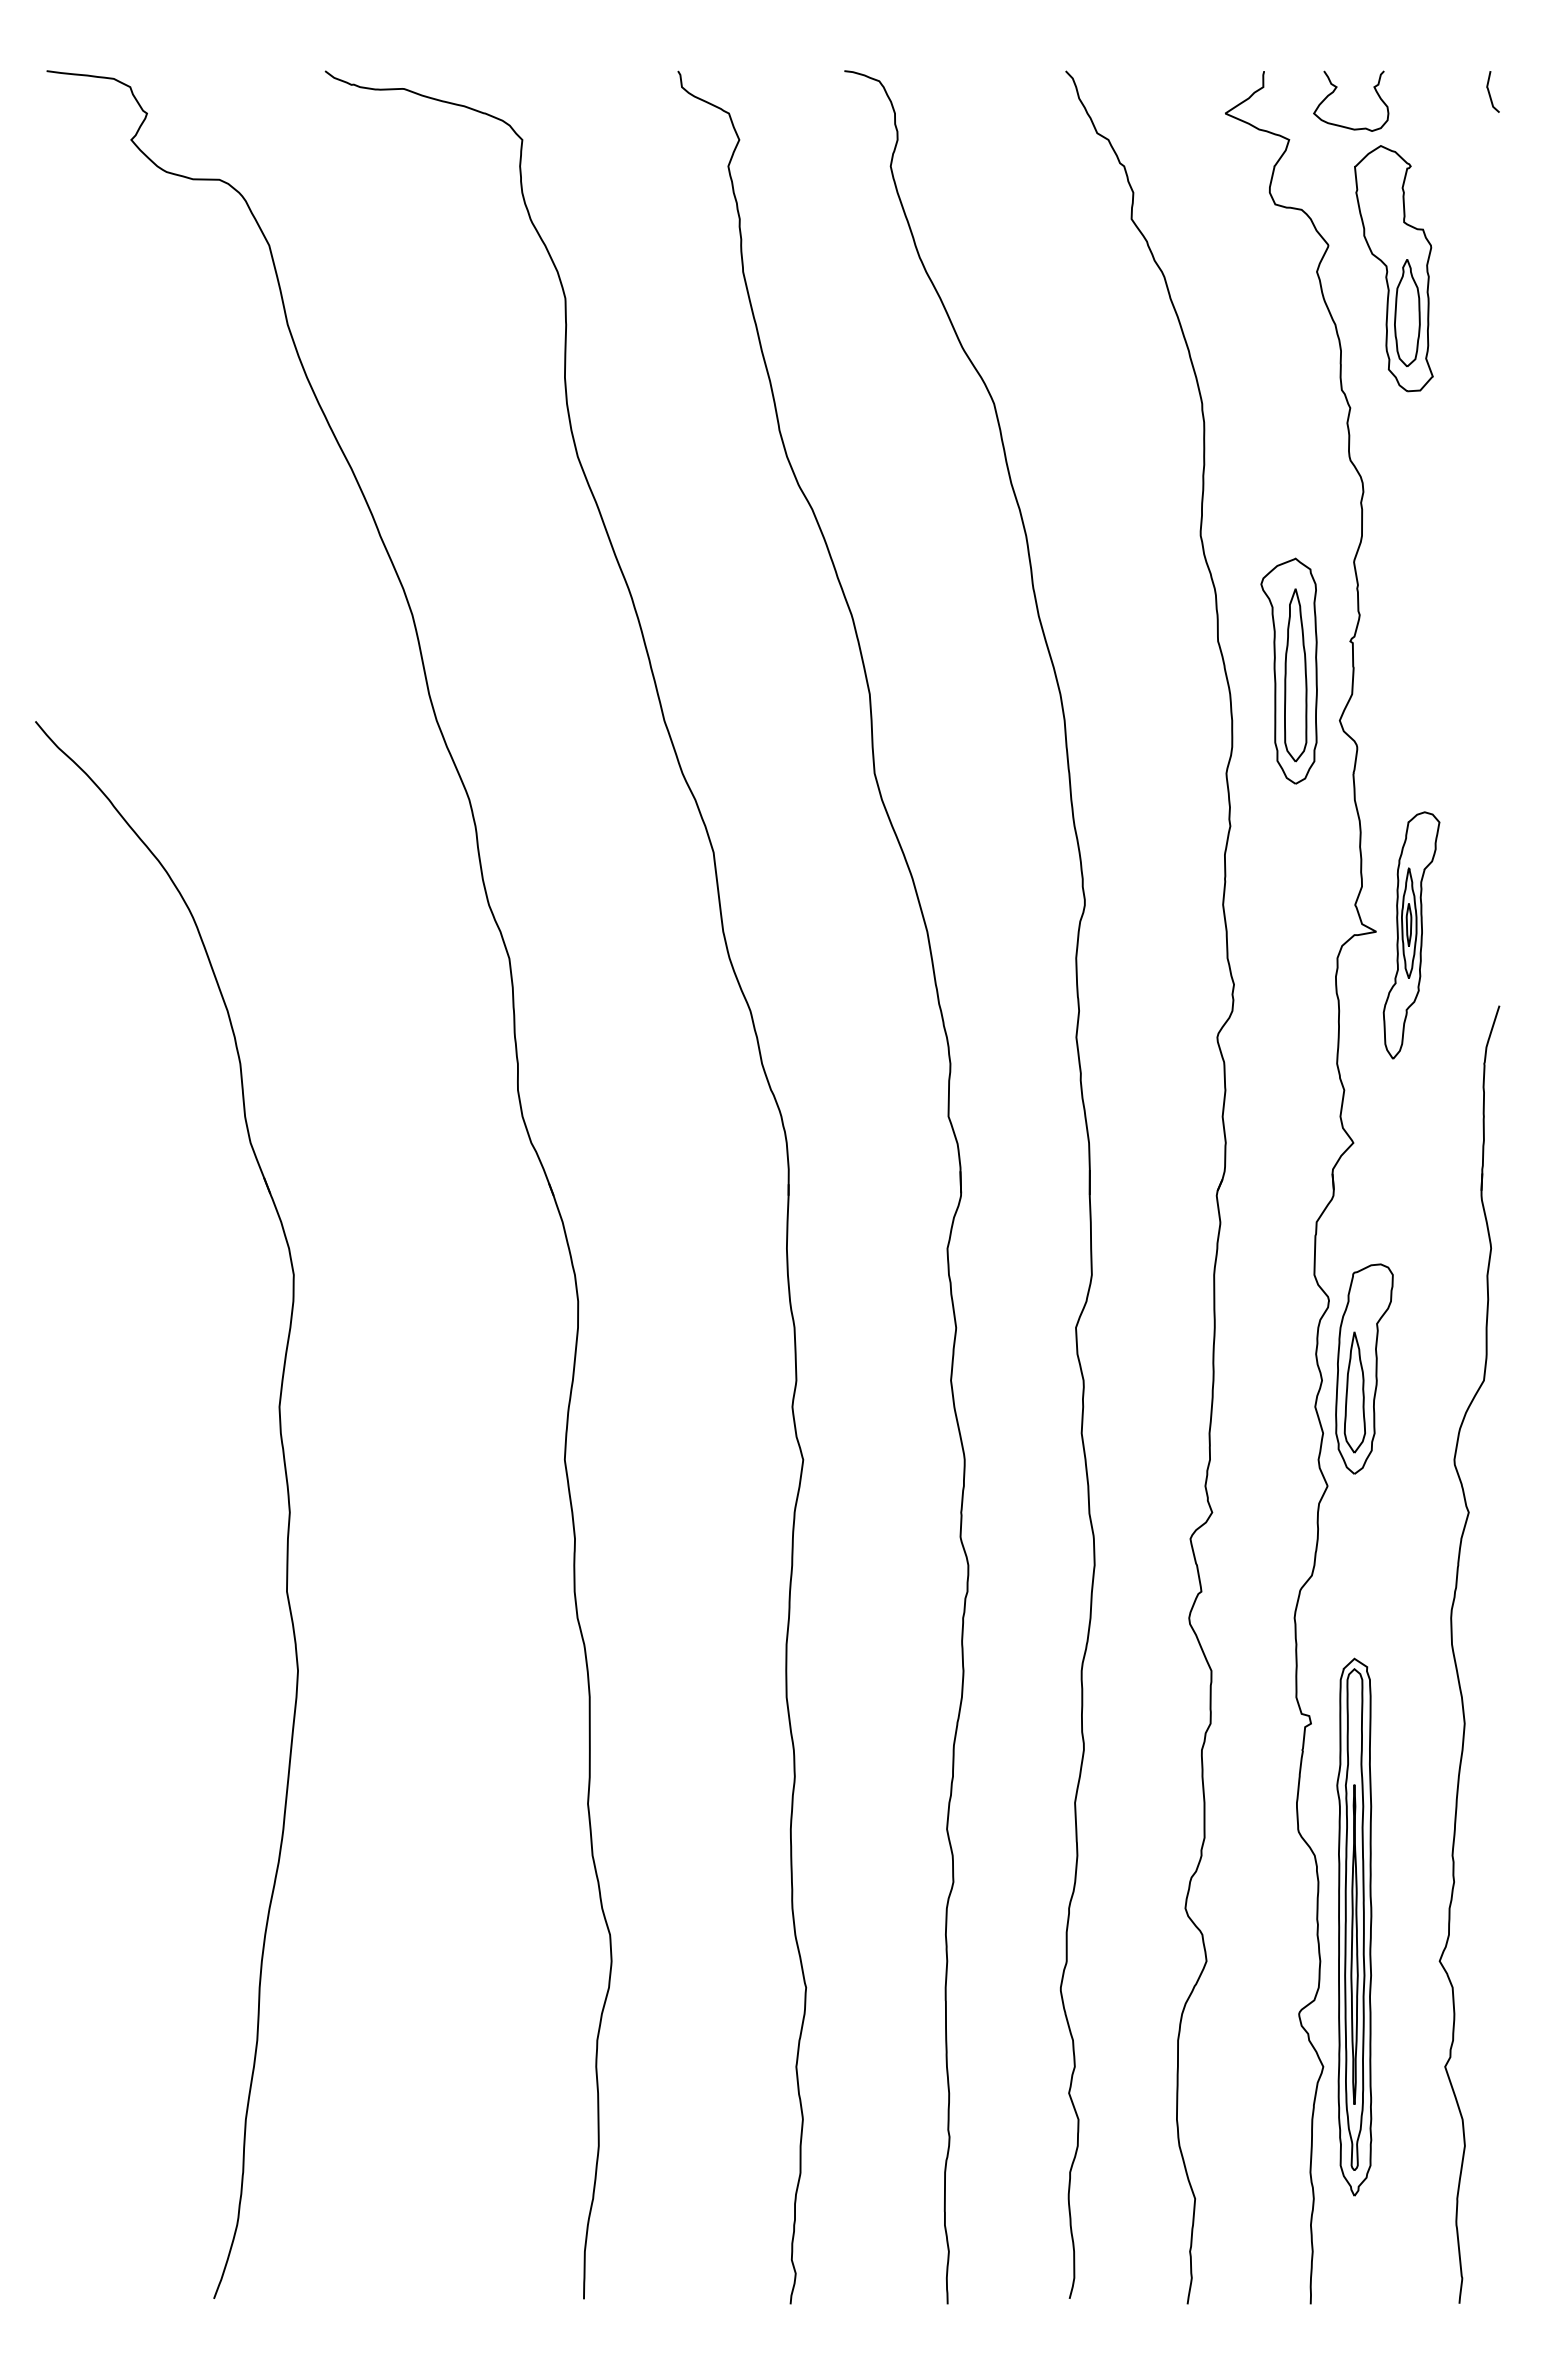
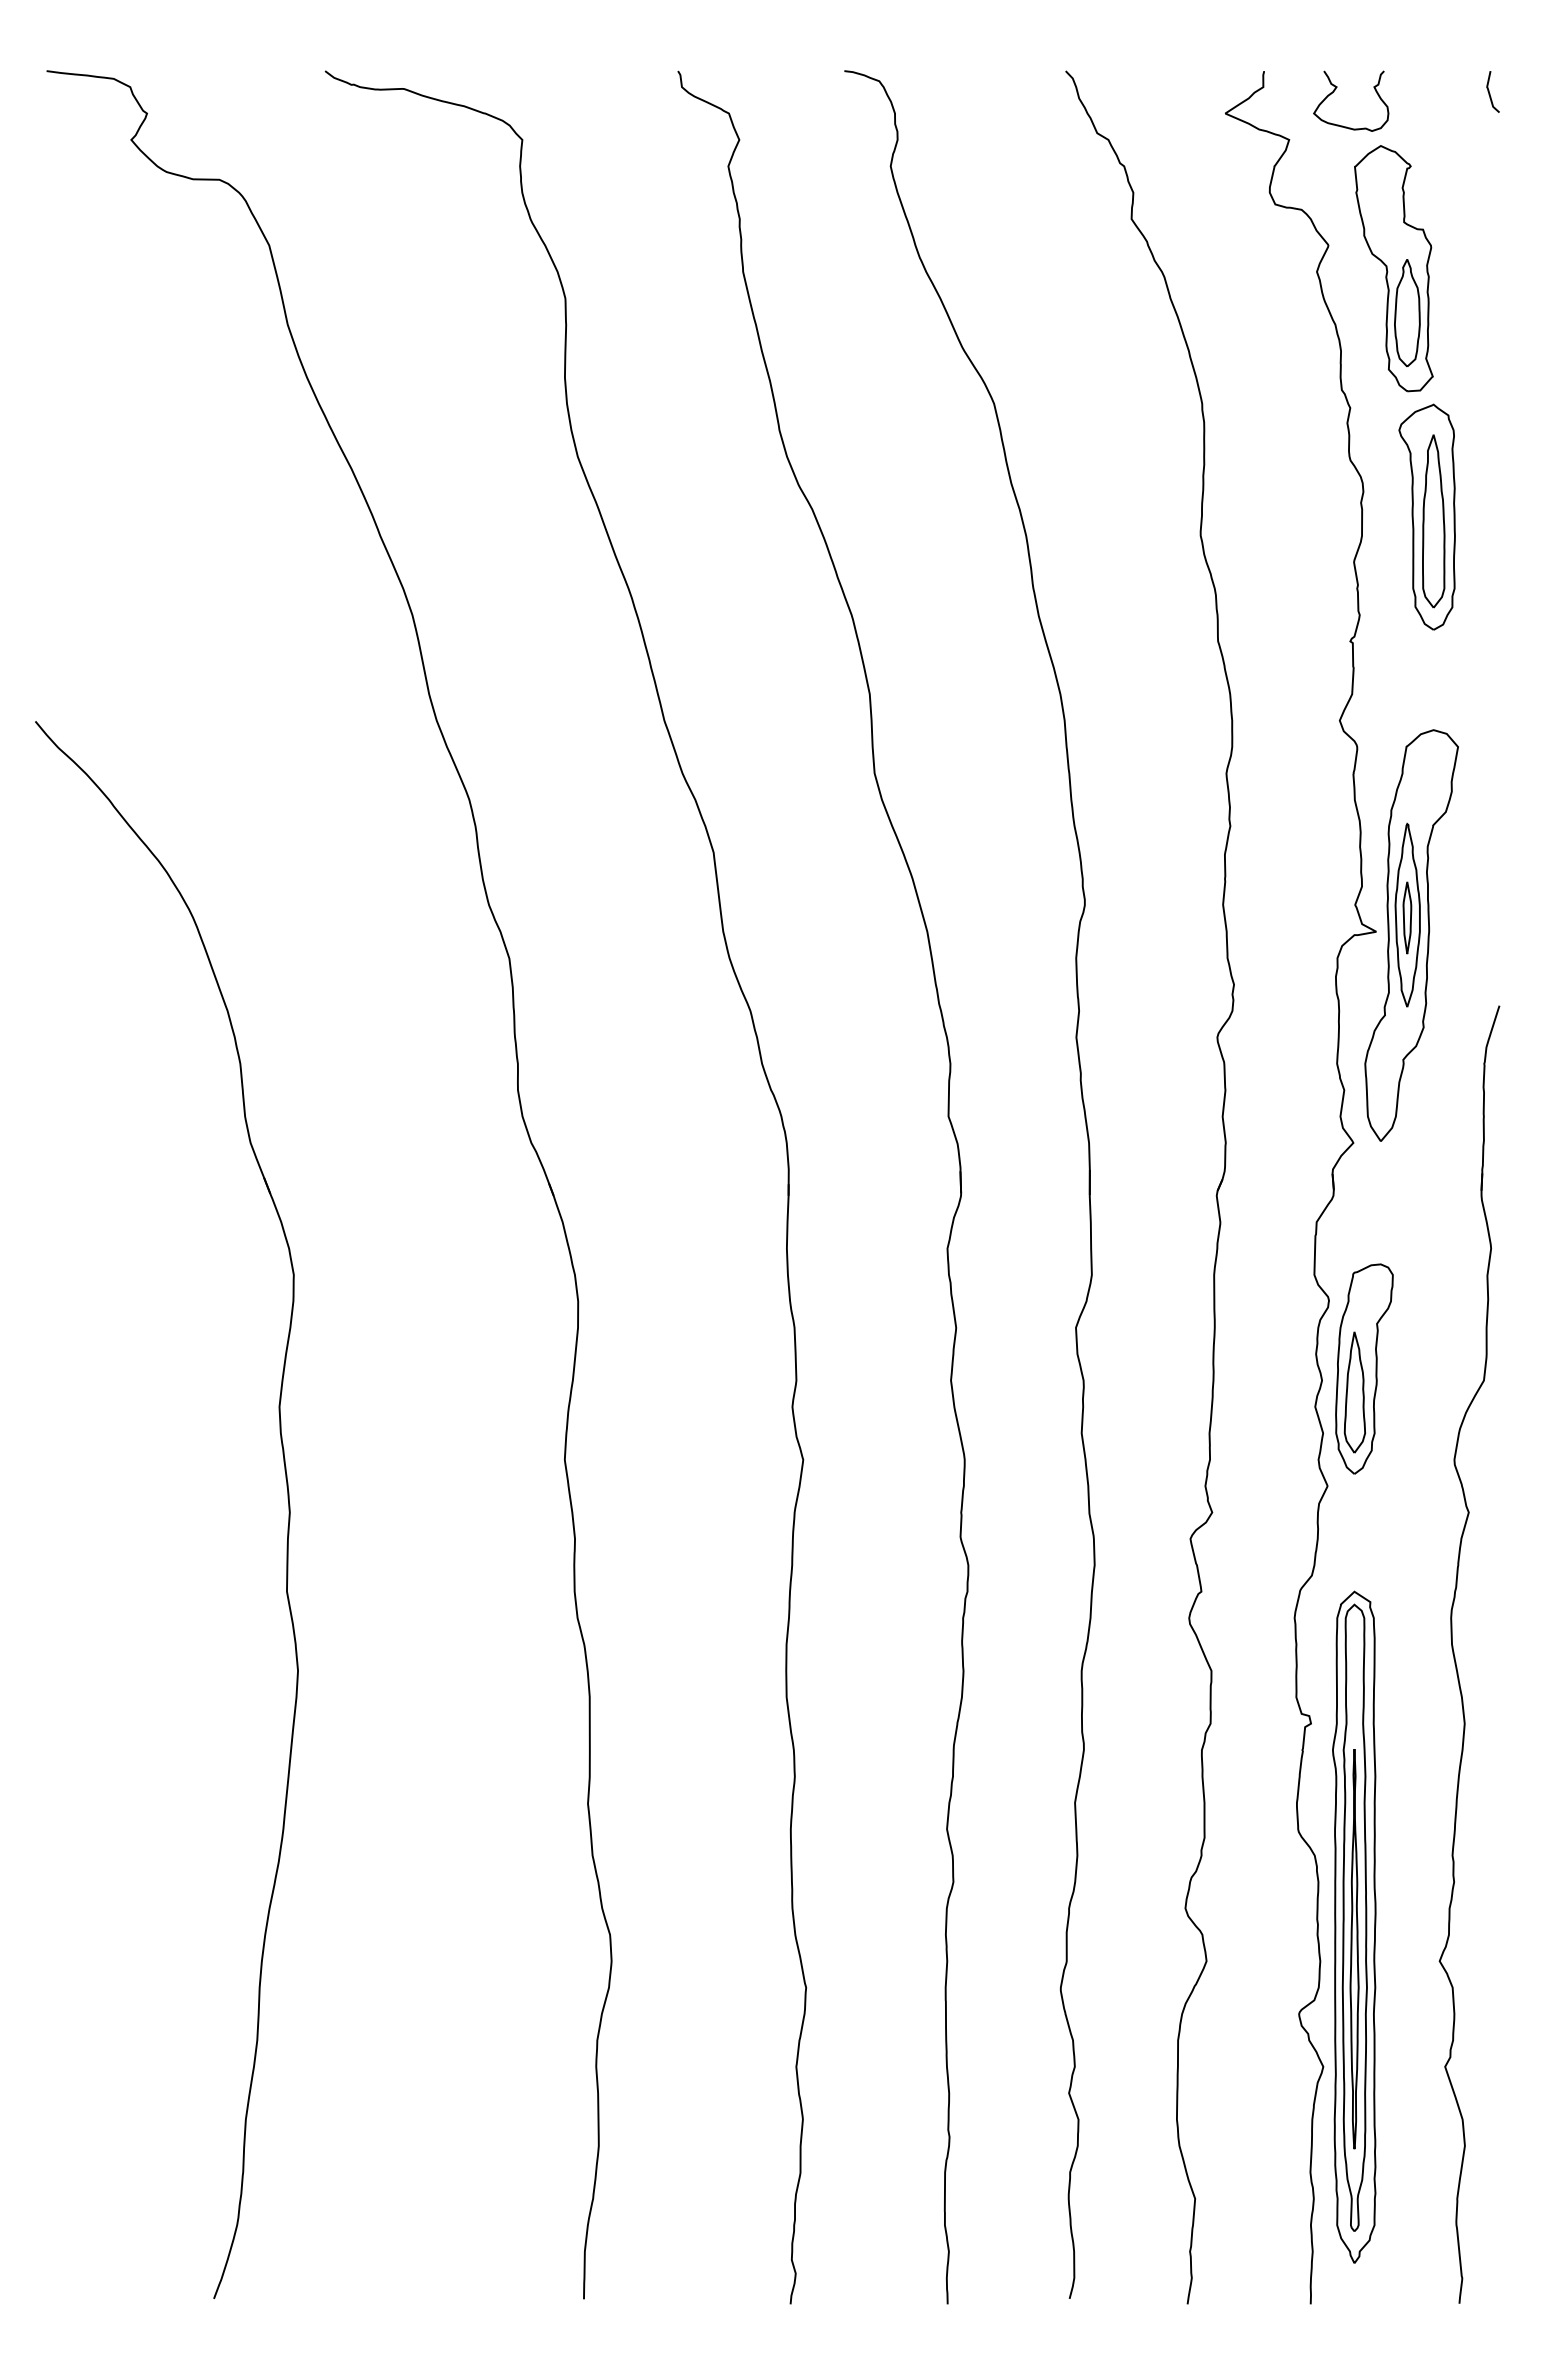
part at (1288, 670) position: (1288, 670) -> (1426, 516)
part at (1411, 935) size: 59x249 px -> 95x413 px
part at (1354, 1926) size: 37x540 px -> 45x674 px
